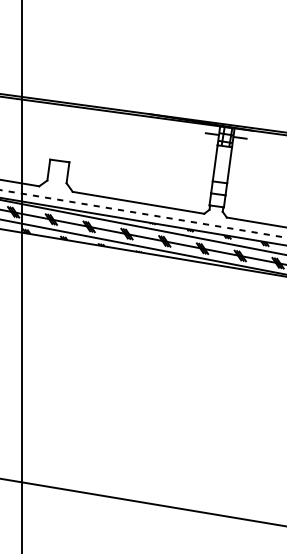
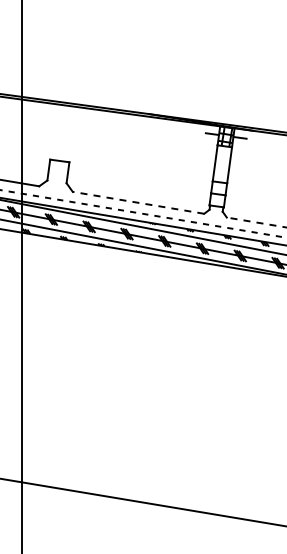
line at (138, 202): solid -> dashed
line at (256, 222): solid -> dashed
